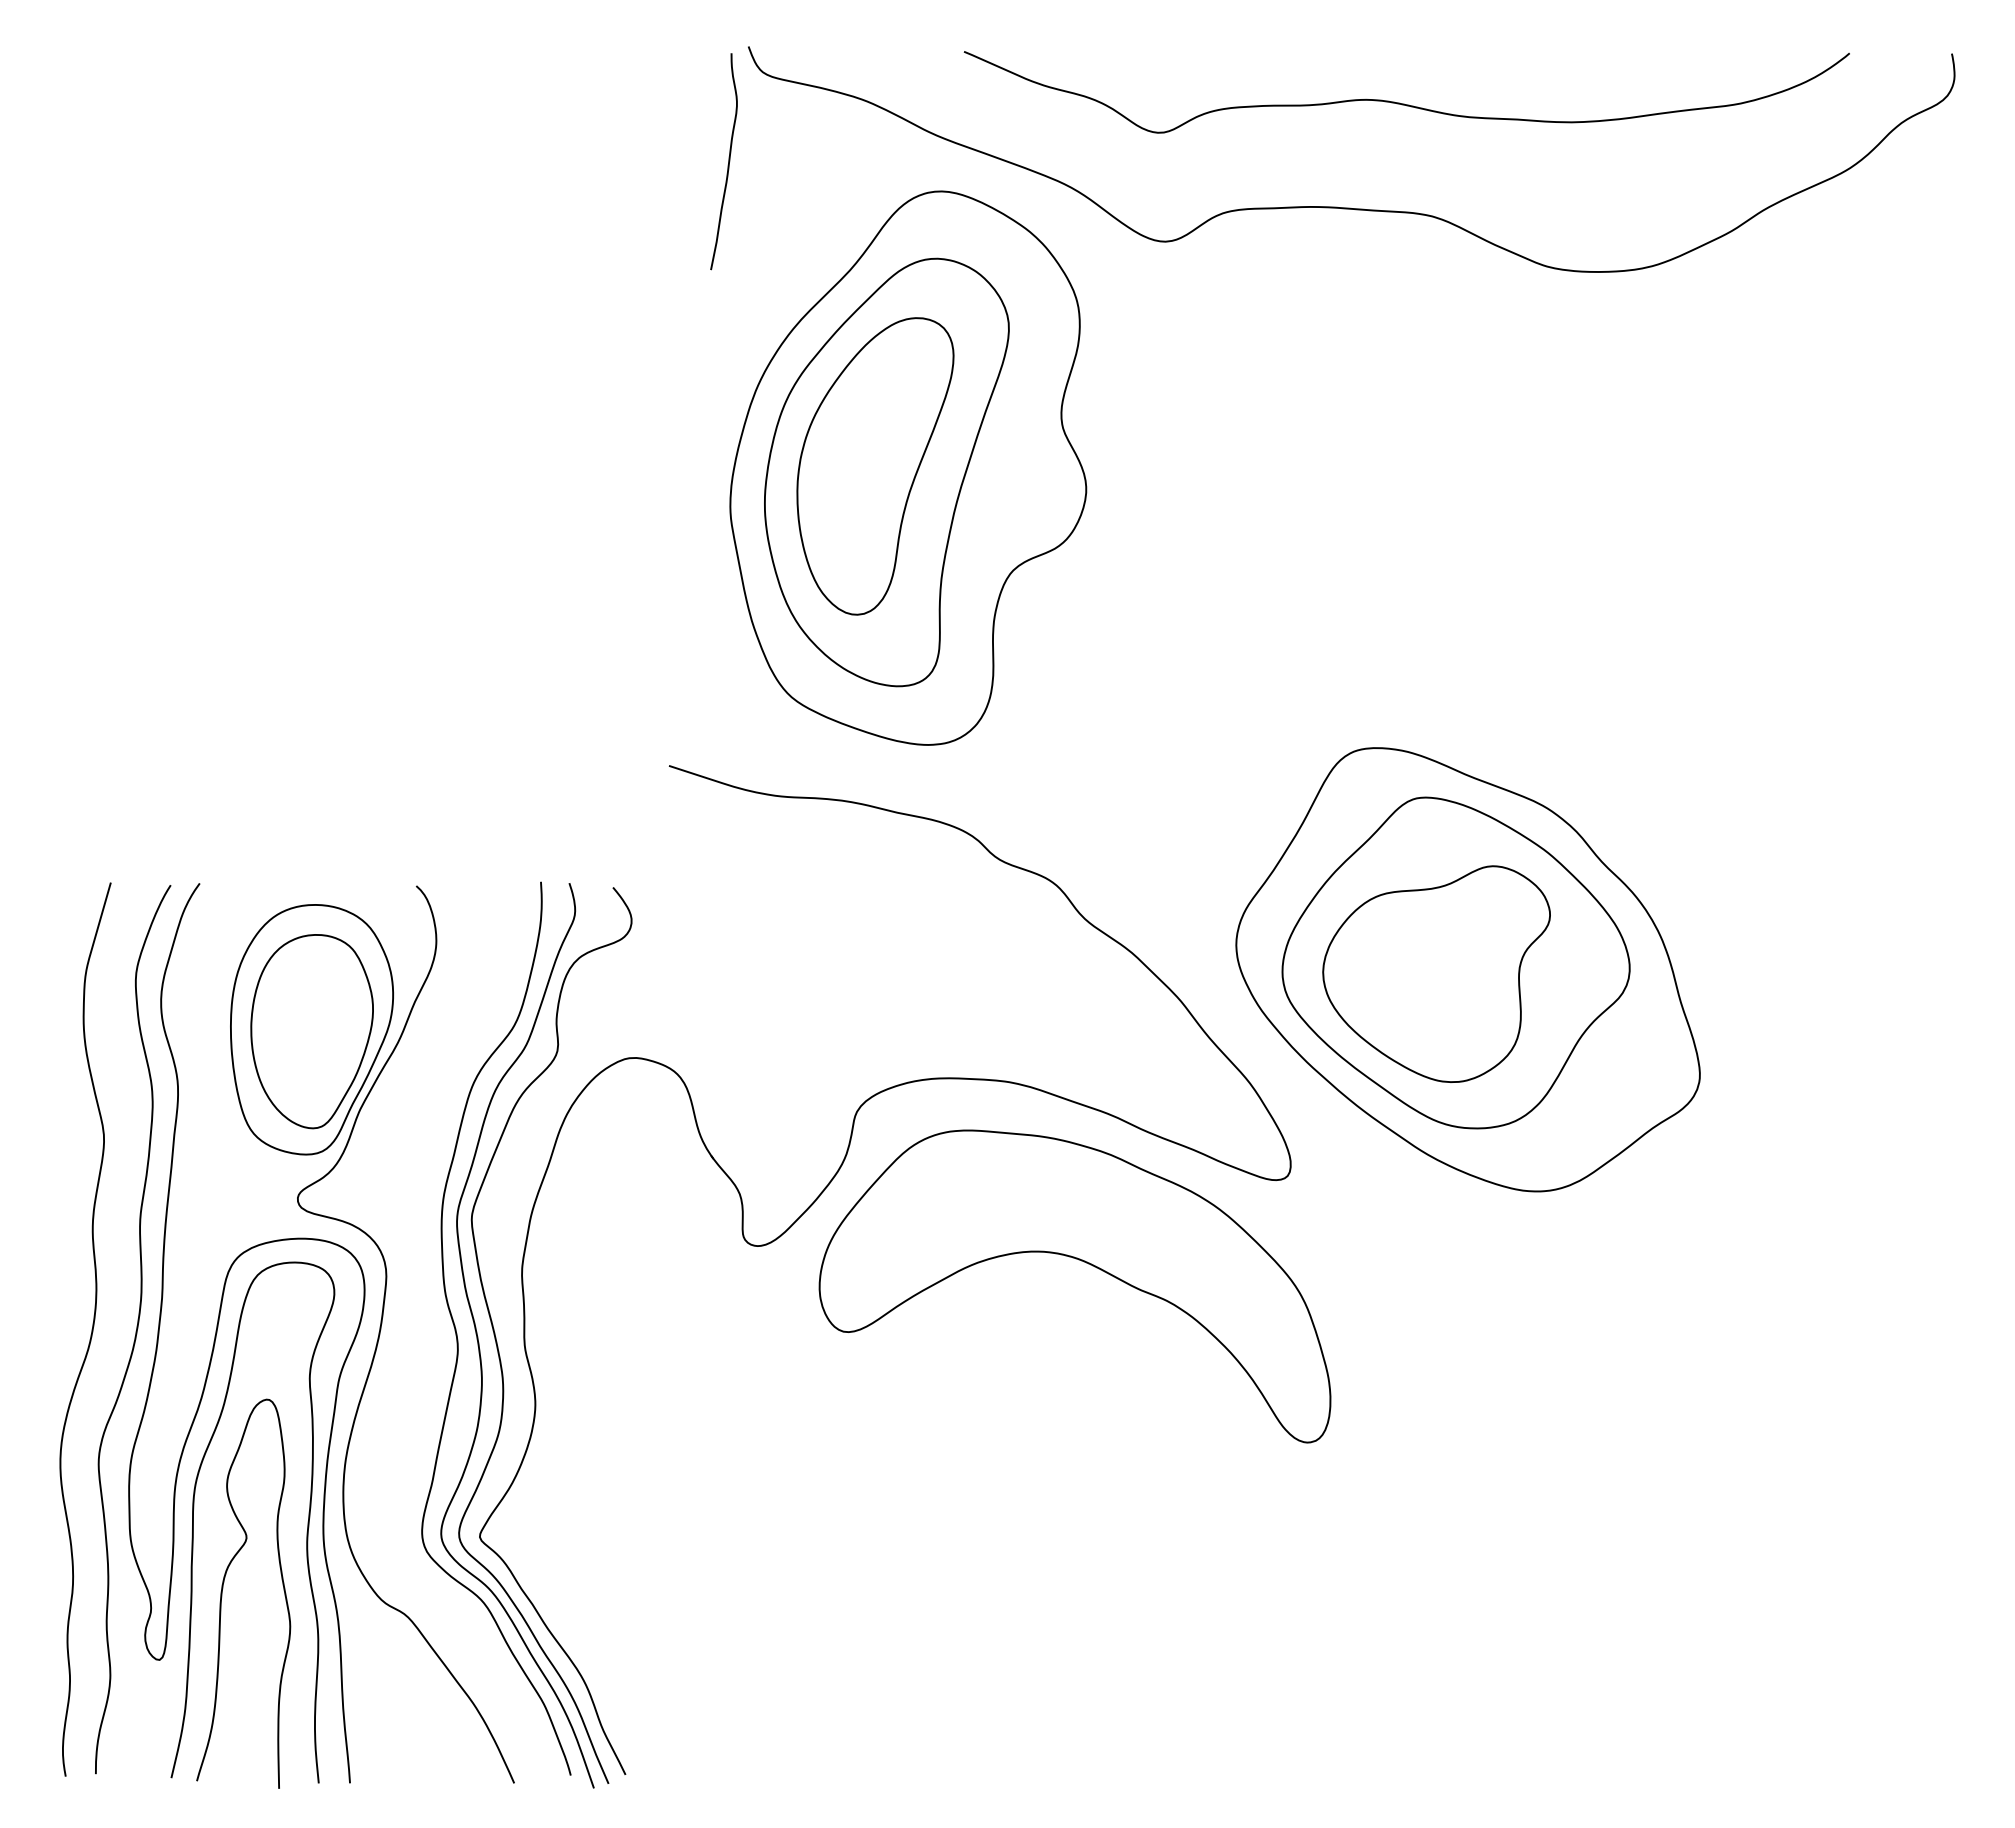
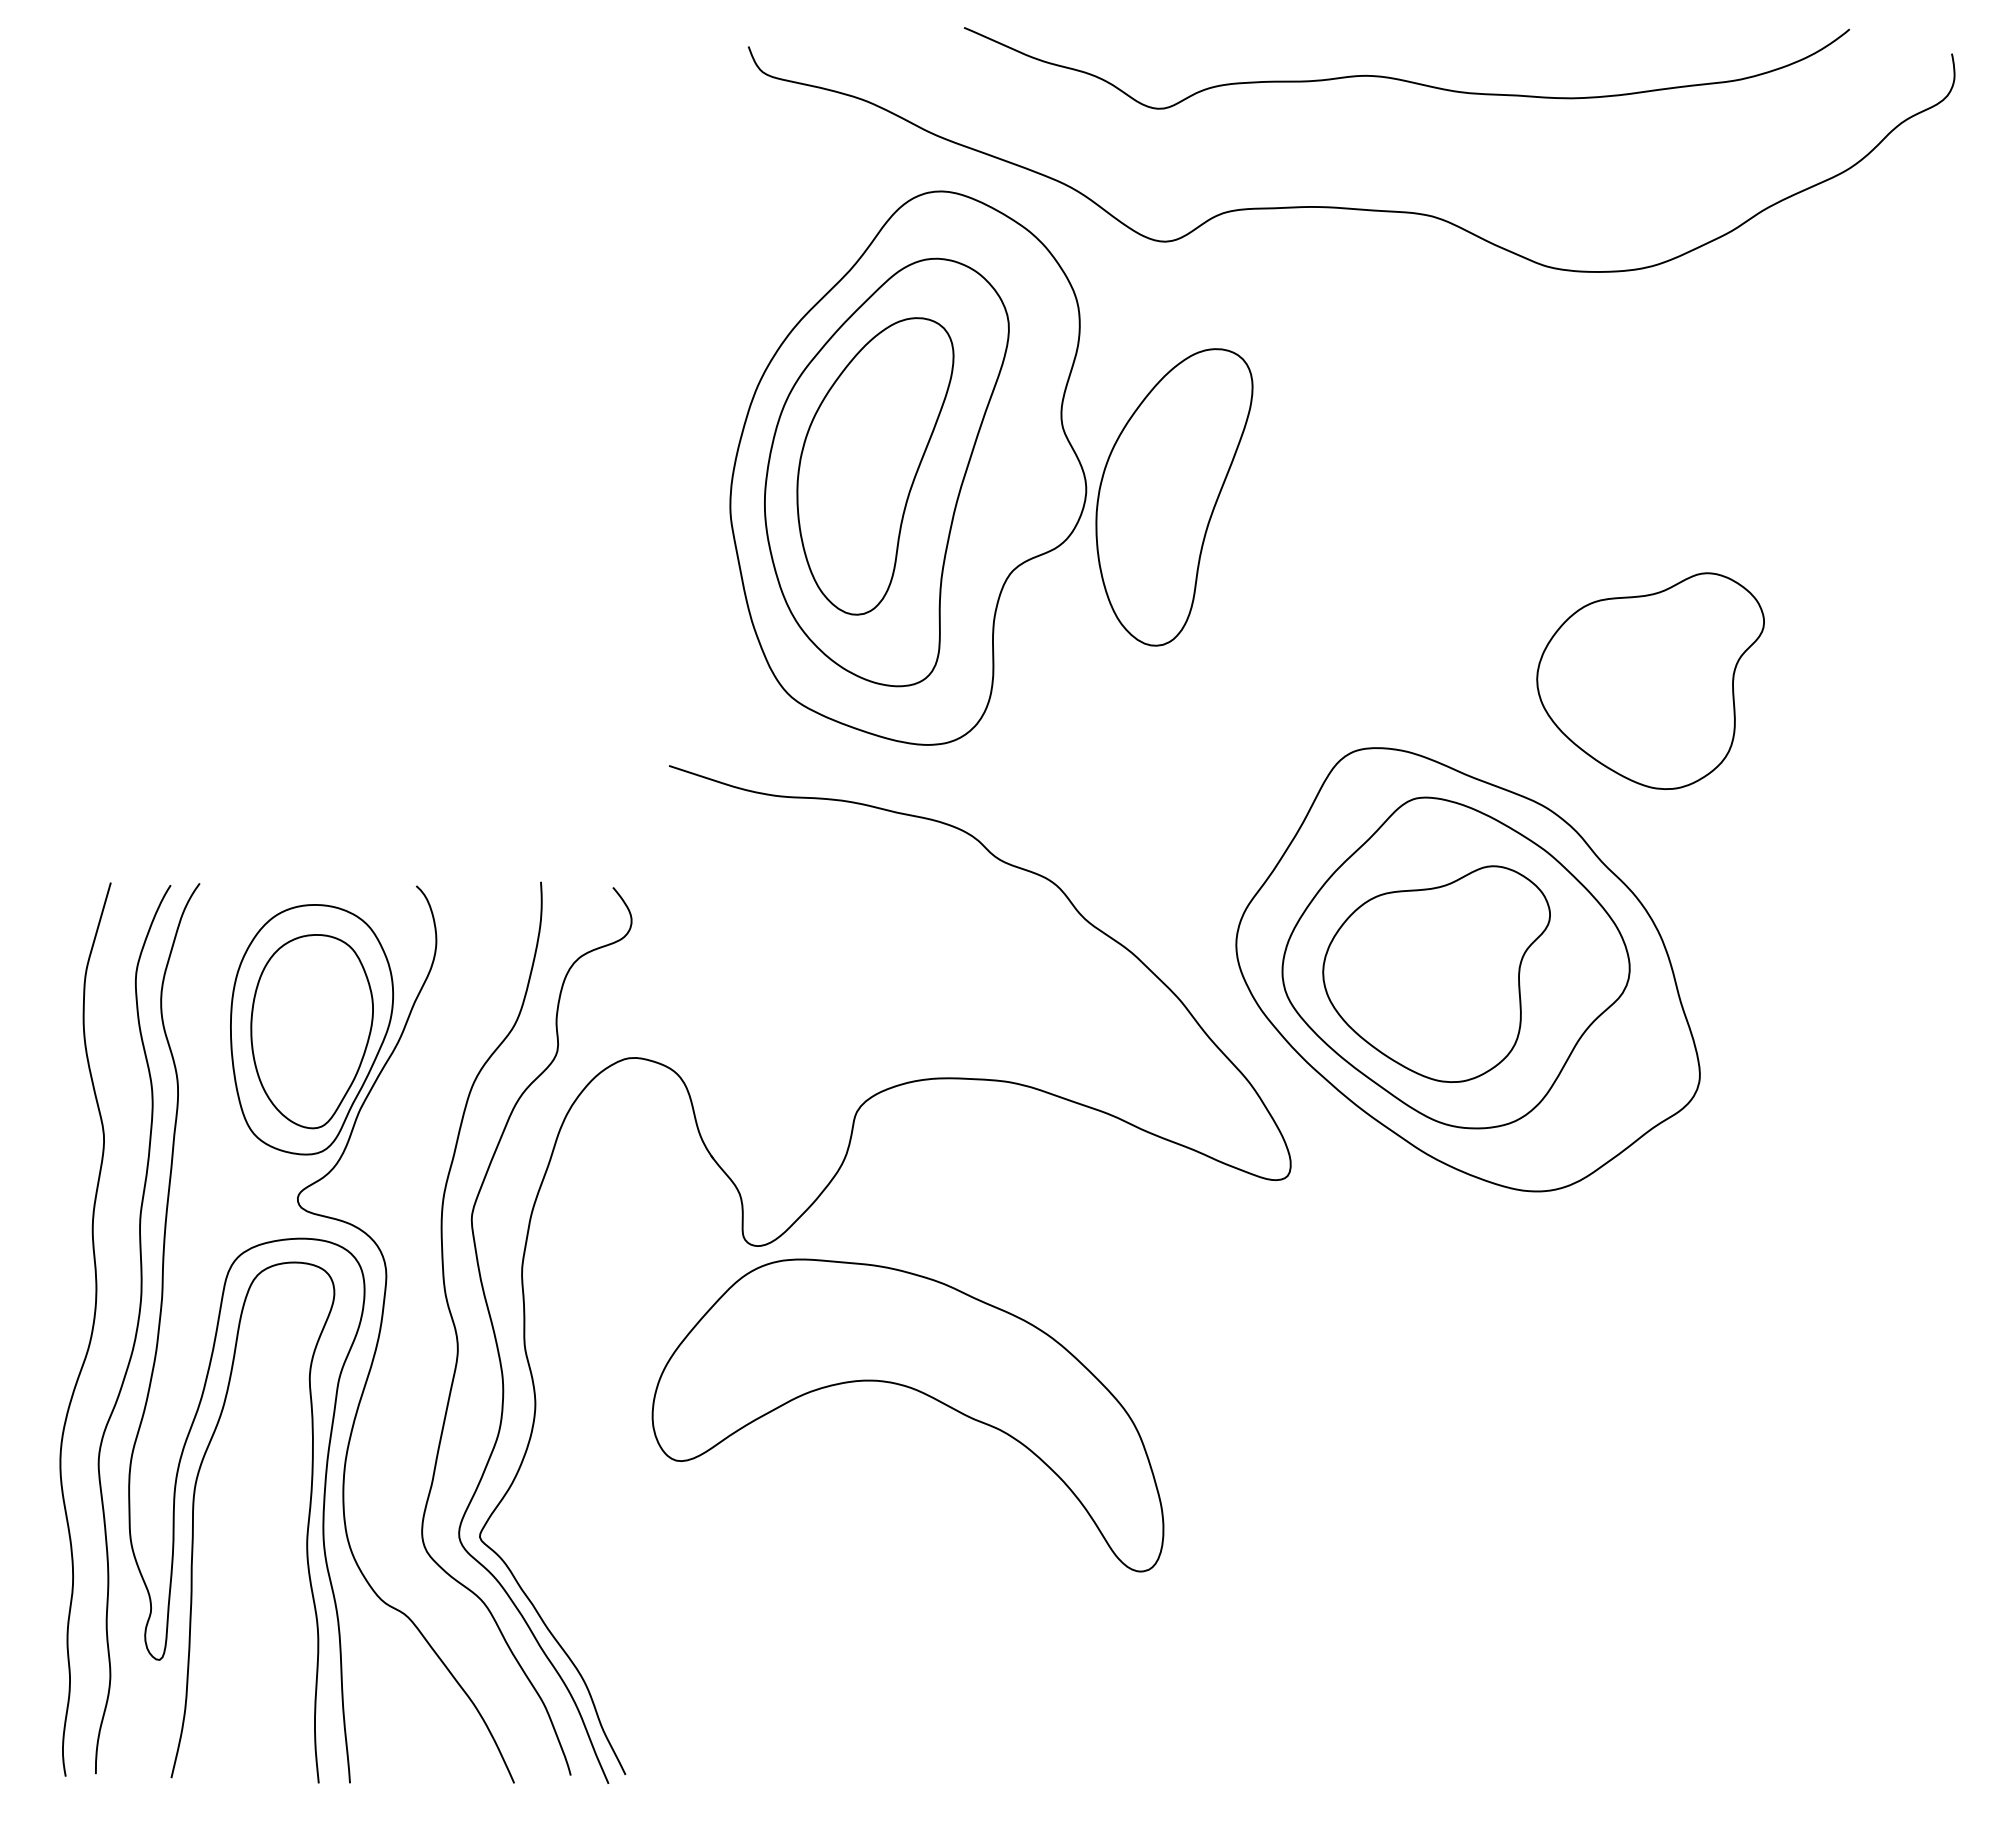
curve at (1404, 103) position: (1404, 103) -> (1404, 79)
curve at (728, 161): present -> none
part at (1174, 497): none -> present
part at (1650, 680): none -> present
part at (1086, 1263) position: (1086, 1263) -> (919, 1392)
curve at (479, 1342): present -> none
curve at (223, 1588): present -> none
